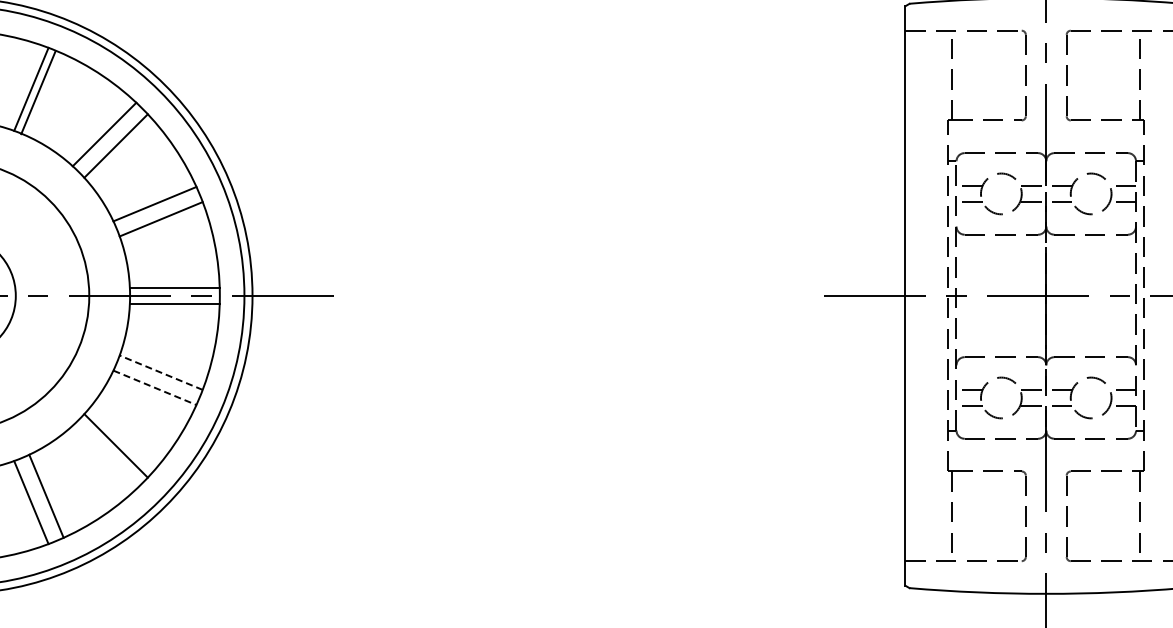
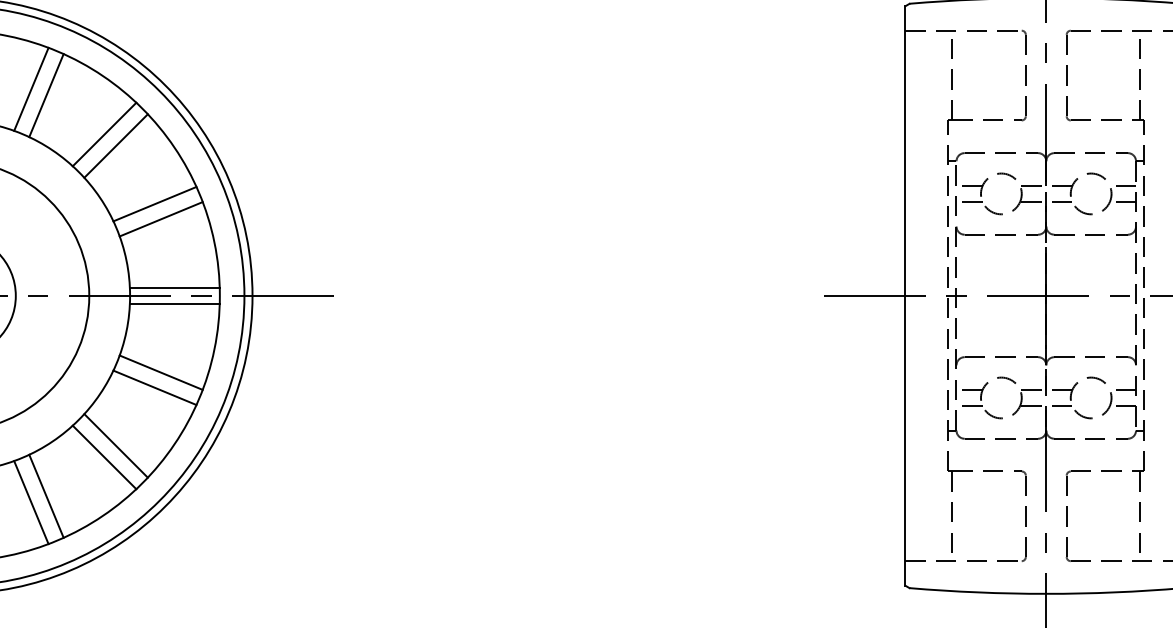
line at (38, 92) position: (38, 92) -> (46, 95)
line at (161, 372): dashed -> solid
line at (154, 387): dashed -> solid
line at (104, 457): none -> present
